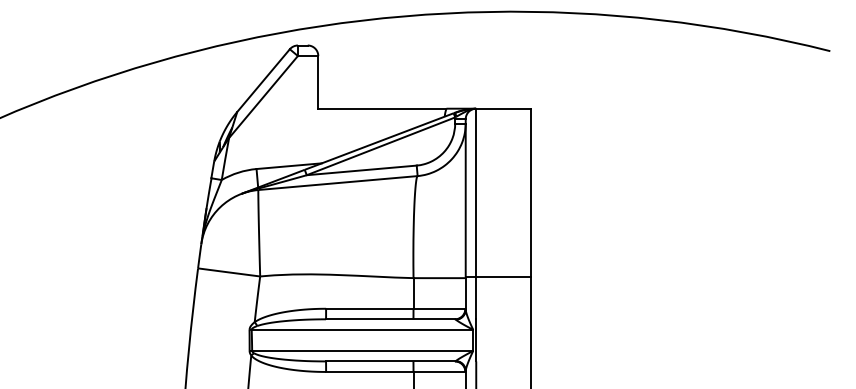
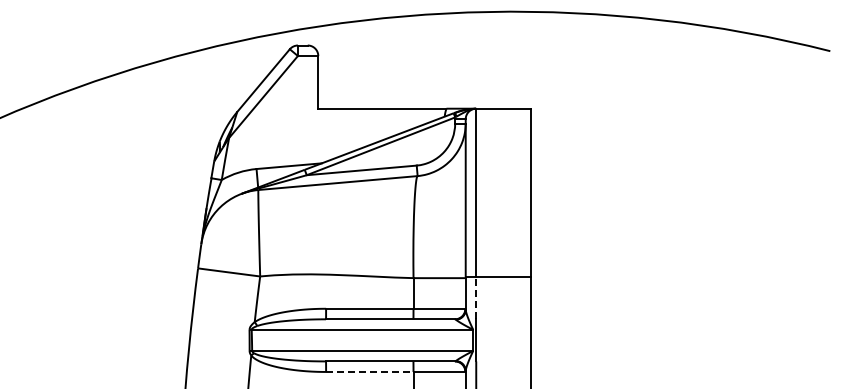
line at (476, 297): solid -> dashed
line at (369, 371): solid -> dashed
